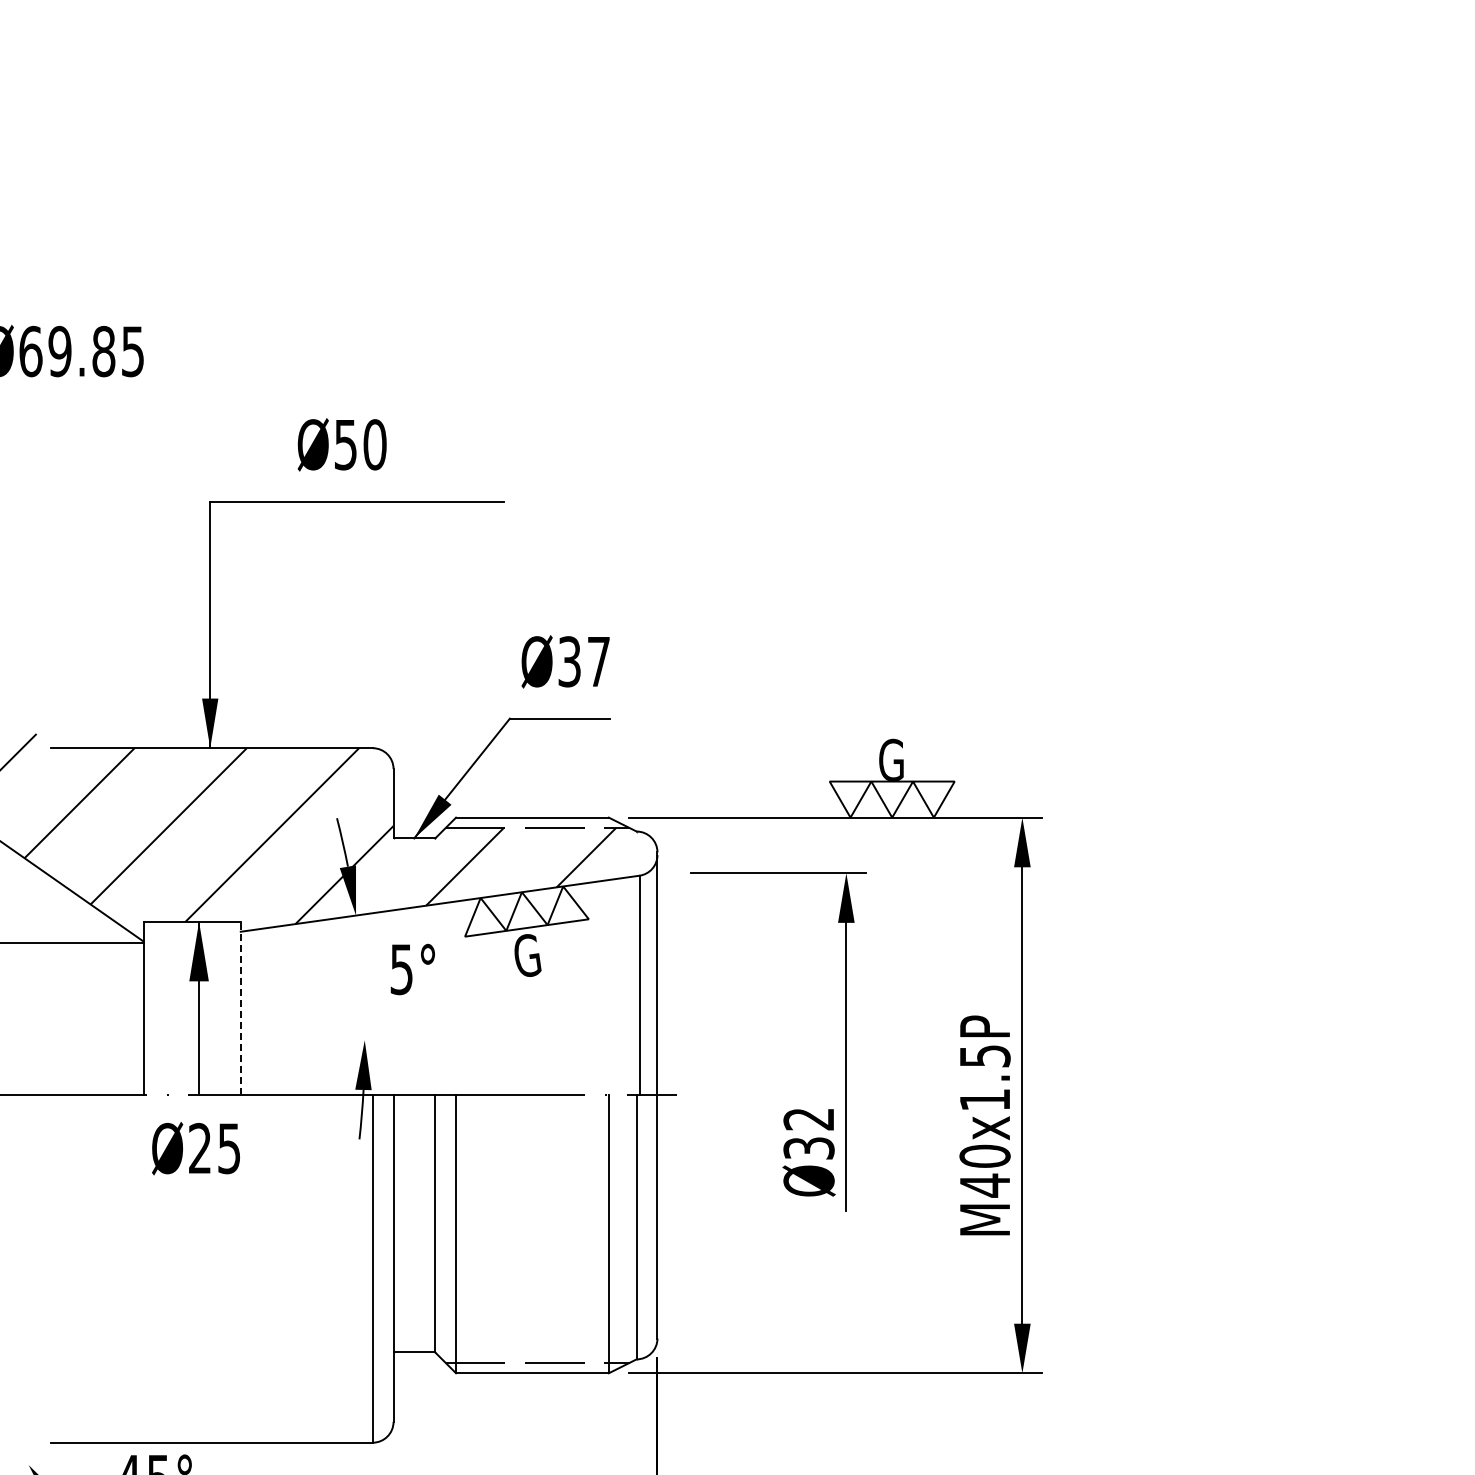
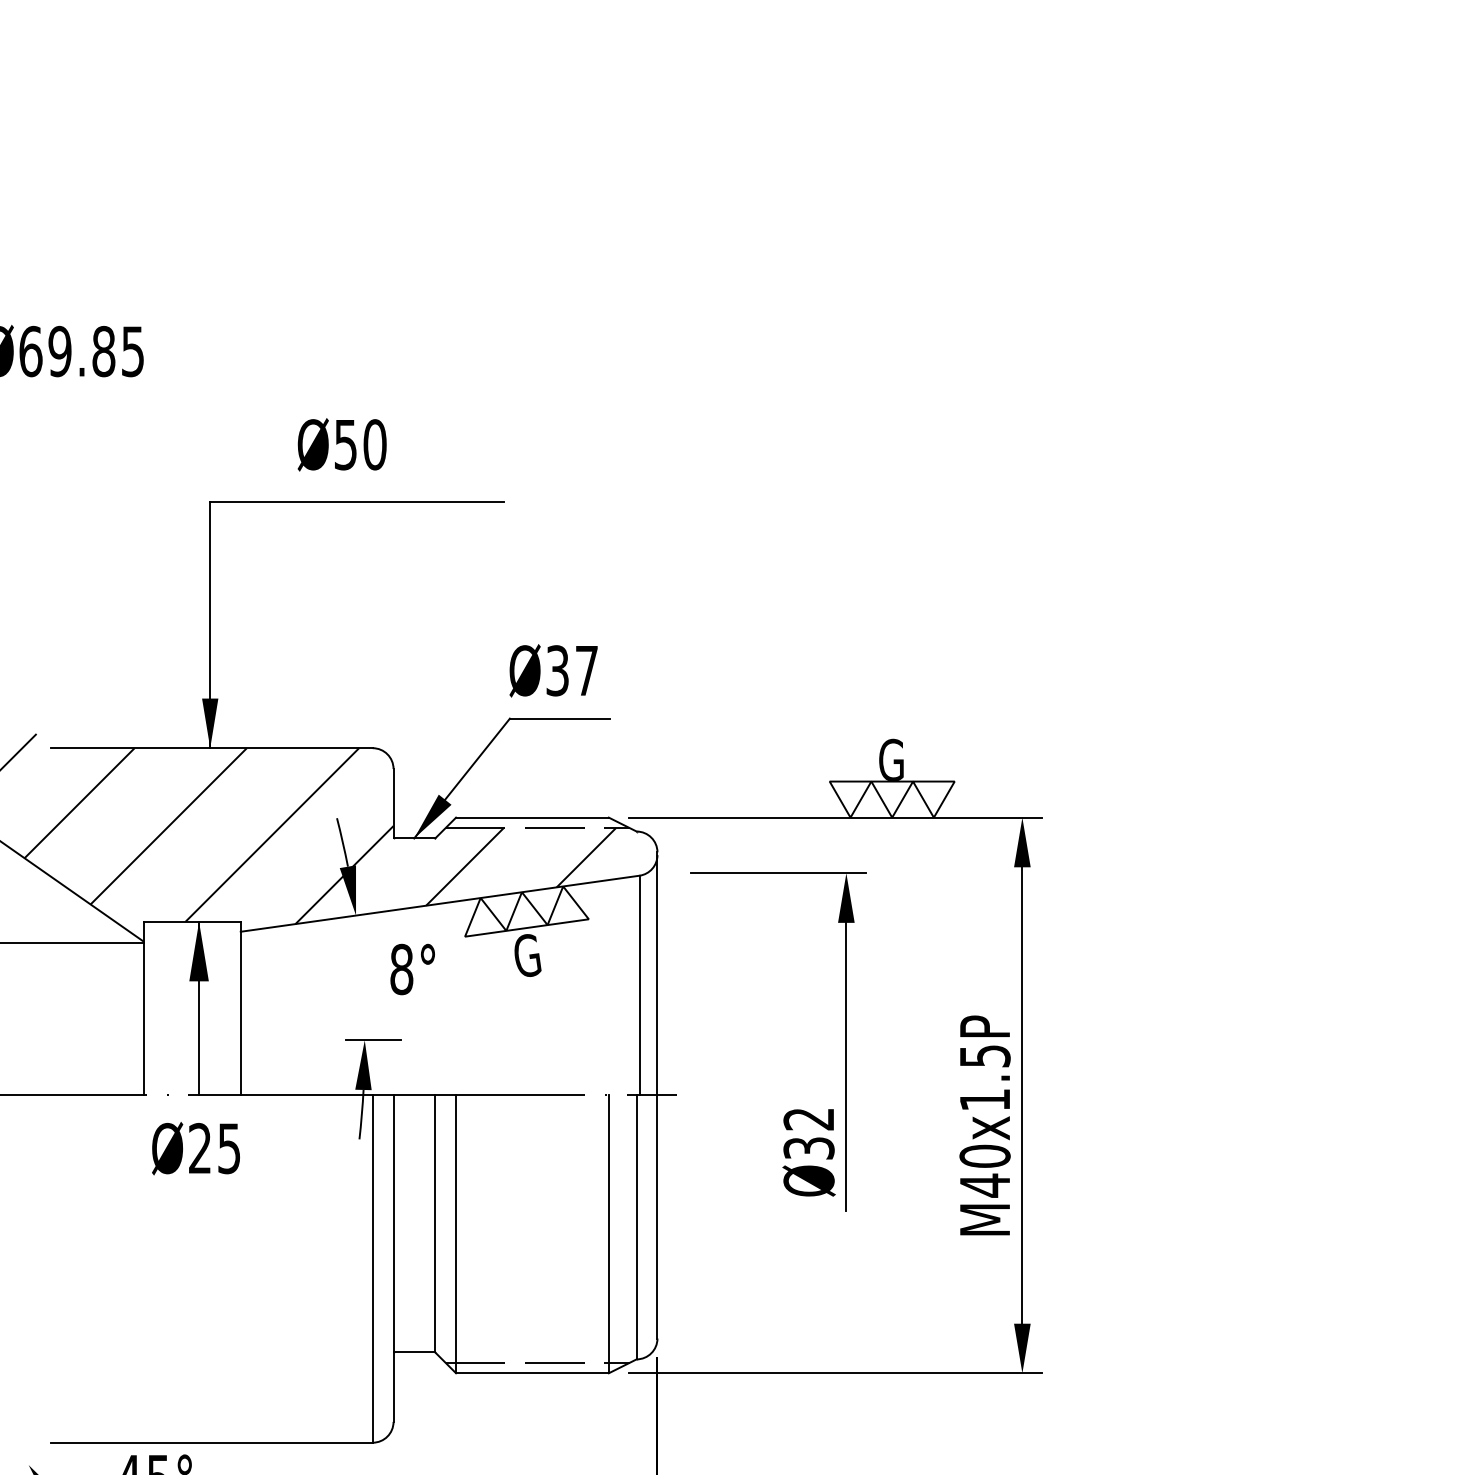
text at (565, 661) position: (565, 661) -> (553, 670)
text at (401, 969): 5° -> 8°
line at (240, 1008): dashed -> solid
line at (373, 1040): none -> present
